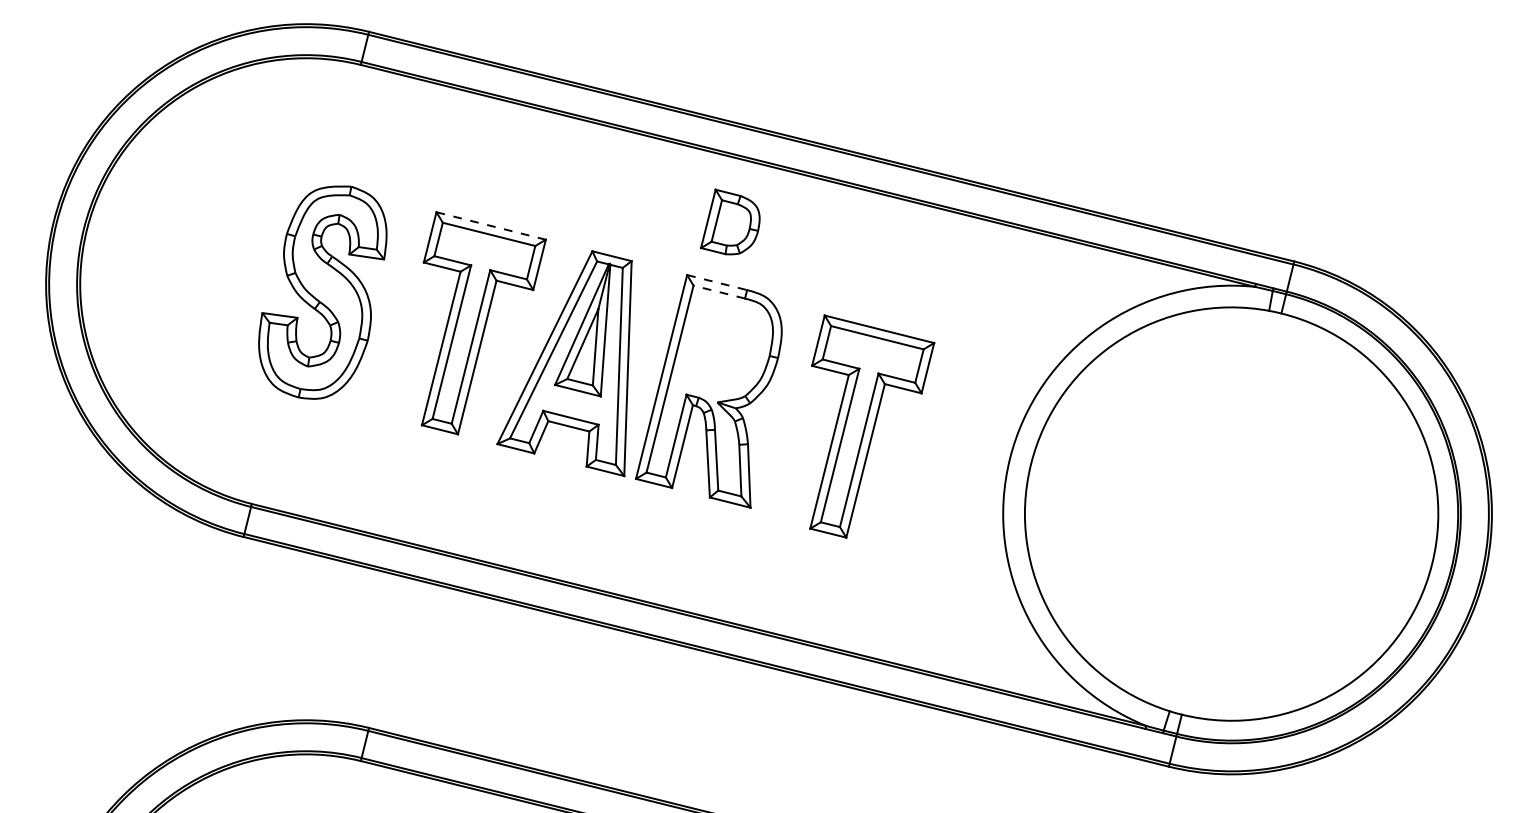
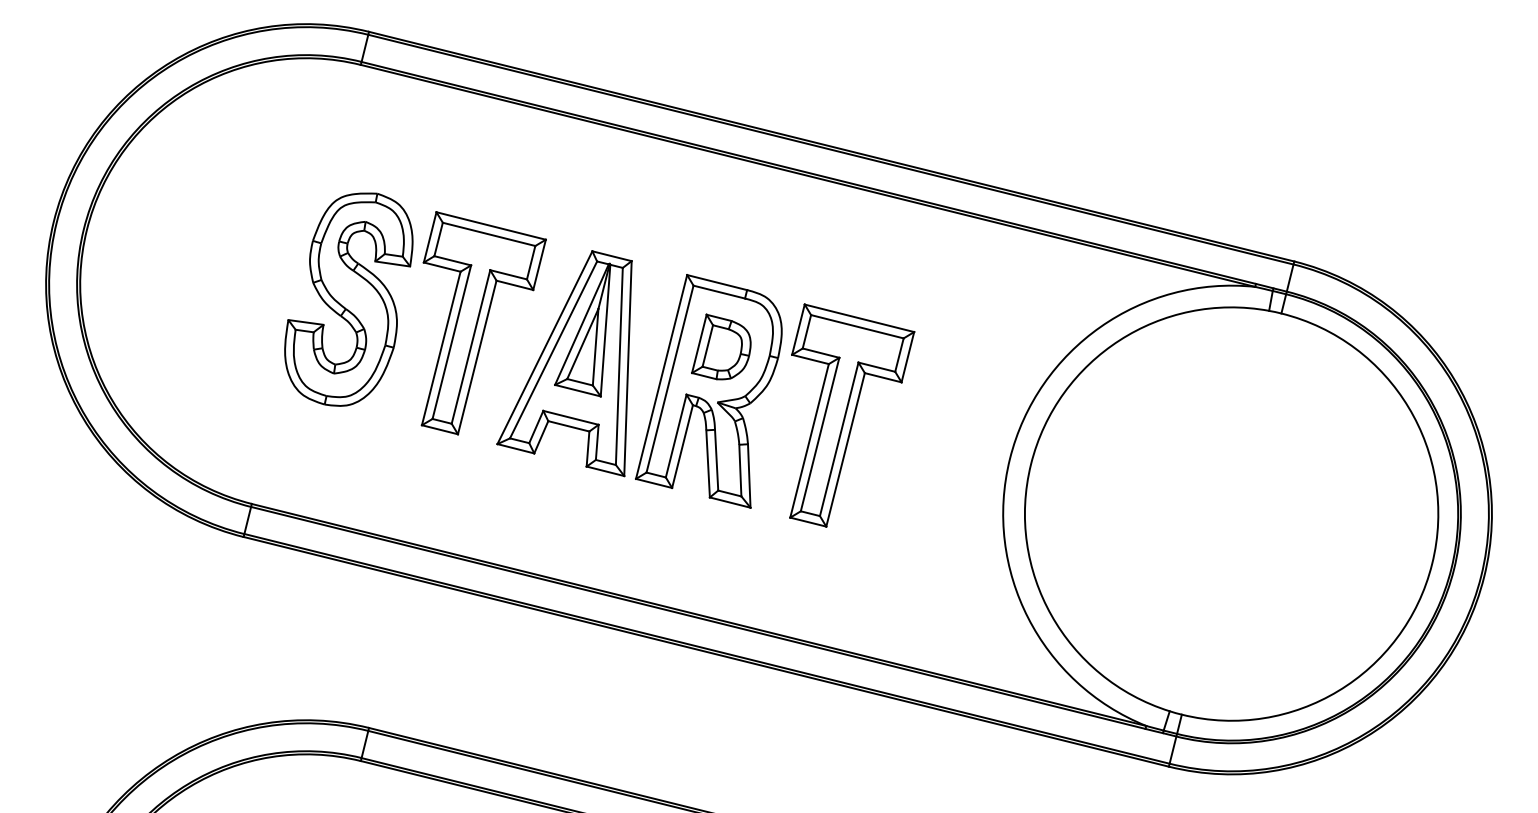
part at (730, 221) position: (730, 221) -> (721, 346)
line at (491, 226): dashed -> solid
line at (717, 282): dashed -> solid
part at (322, 292) position: (322, 292) -> (348, 299)
line at (719, 292): dashed -> solid
part at (872, 426) position: (872, 426) -> (852, 415)
